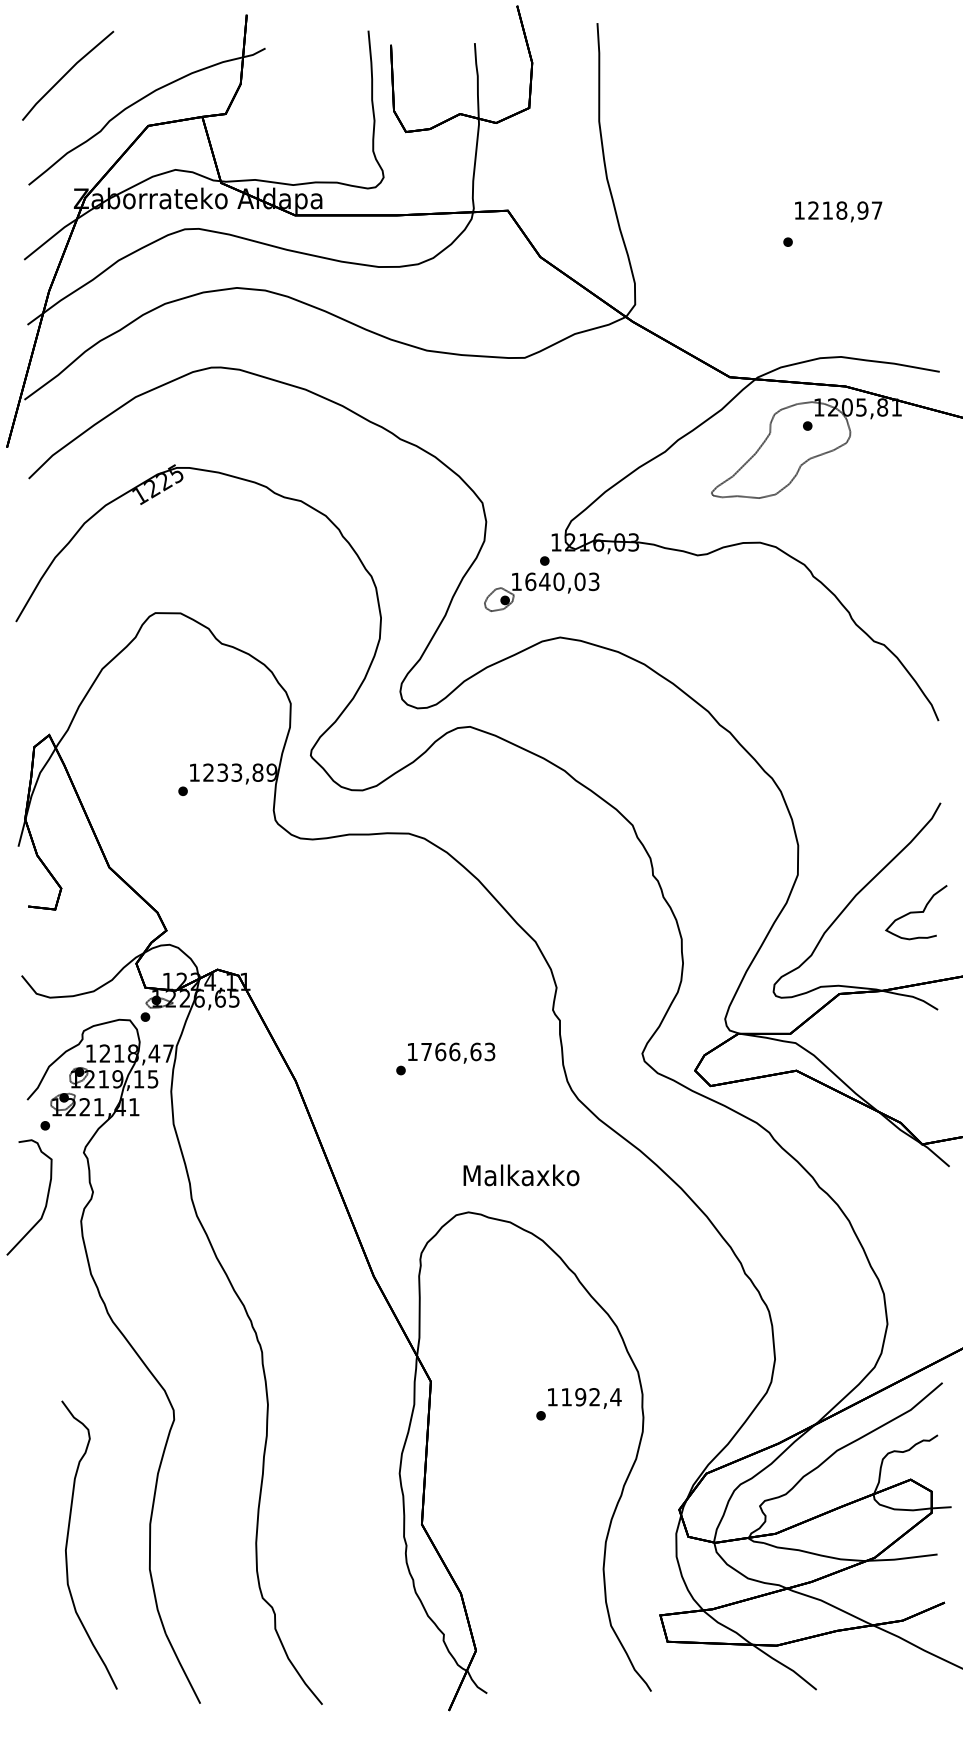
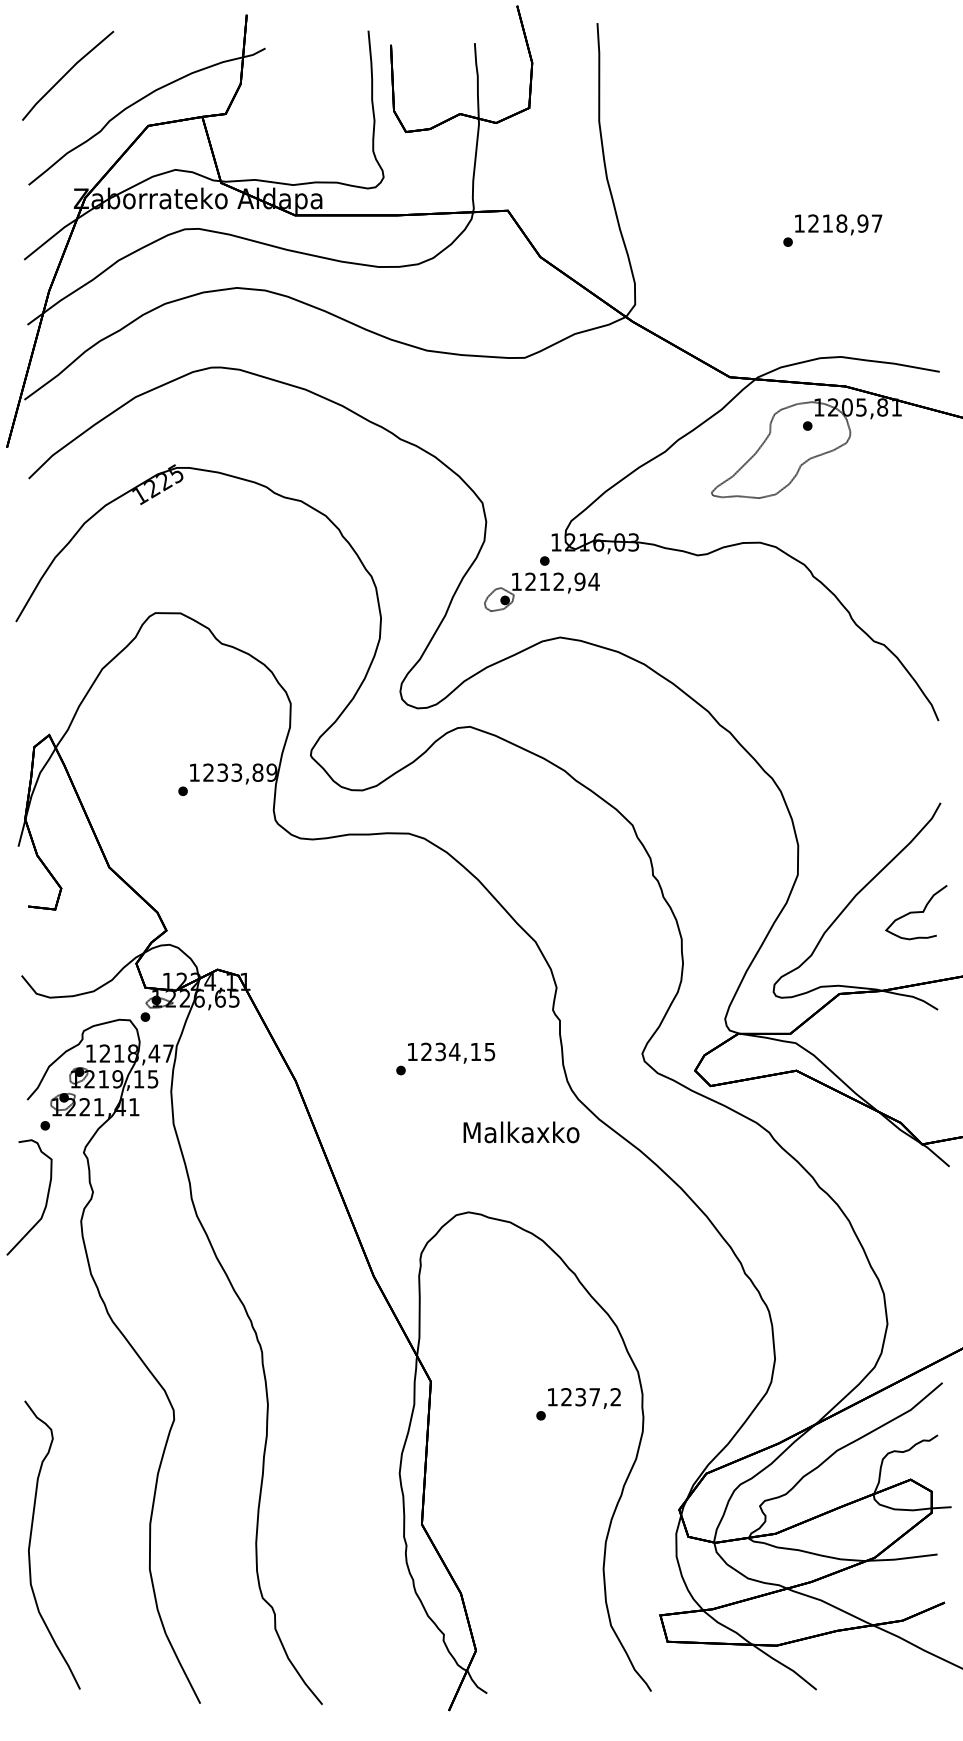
text at (838, 211) position: (838, 211) -> (838, 224)
text at (562, 581): 1640,03 -> 1212,94
text at (458, 1051): 1766,63 -> 1234,15
text at (521, 1175) position: (521, 1175) -> (521, 1132)
text at (591, 1397): 1192,4 -> 1237,2
curve at (68, 1539) position: (68, 1539) -> (31, 1539)
